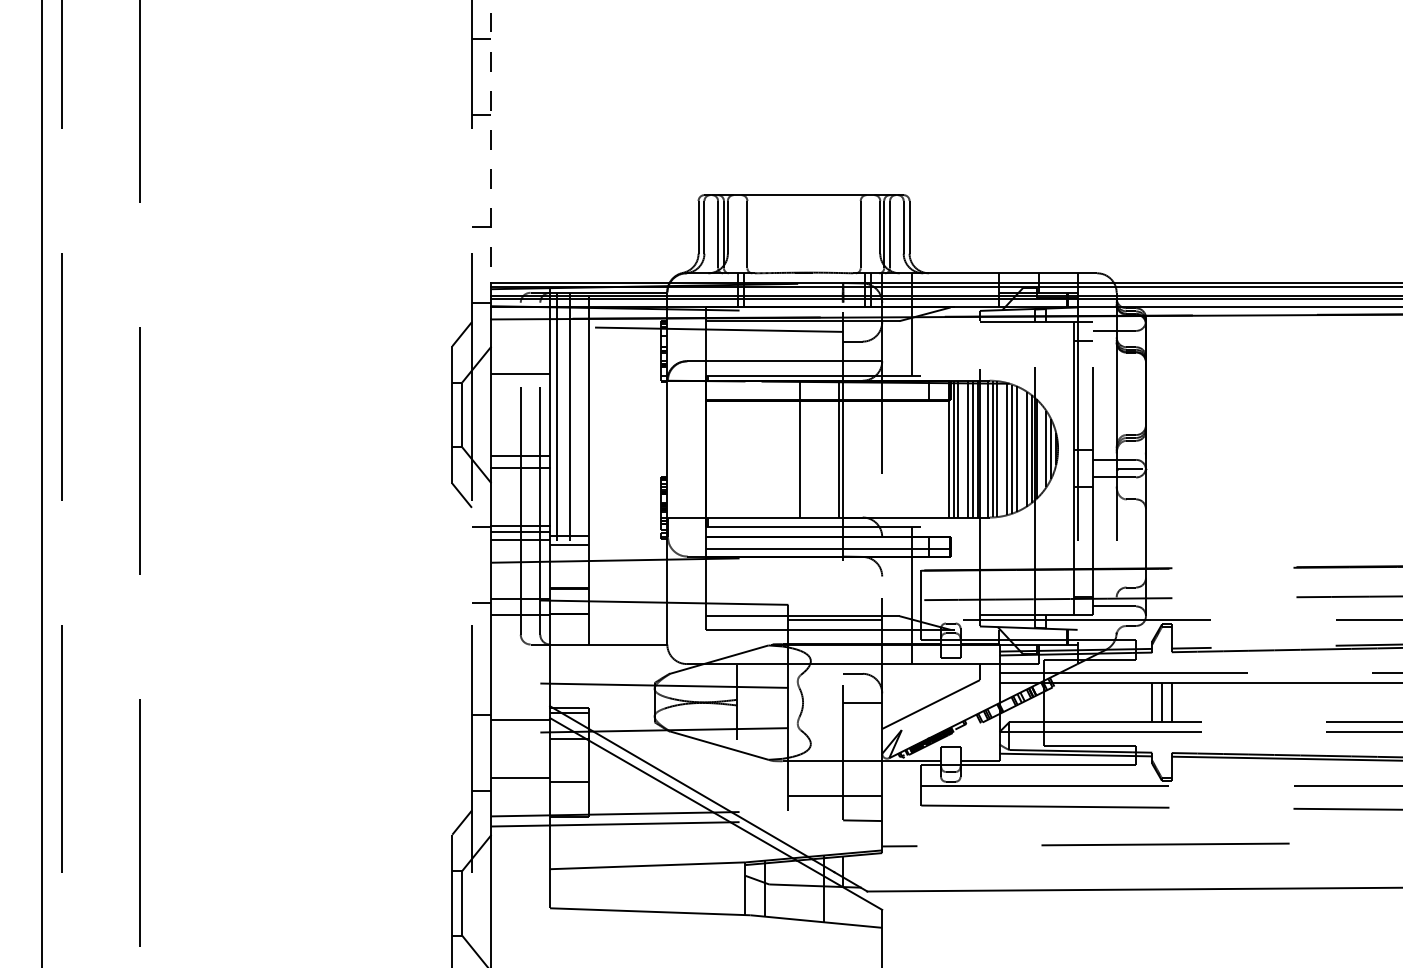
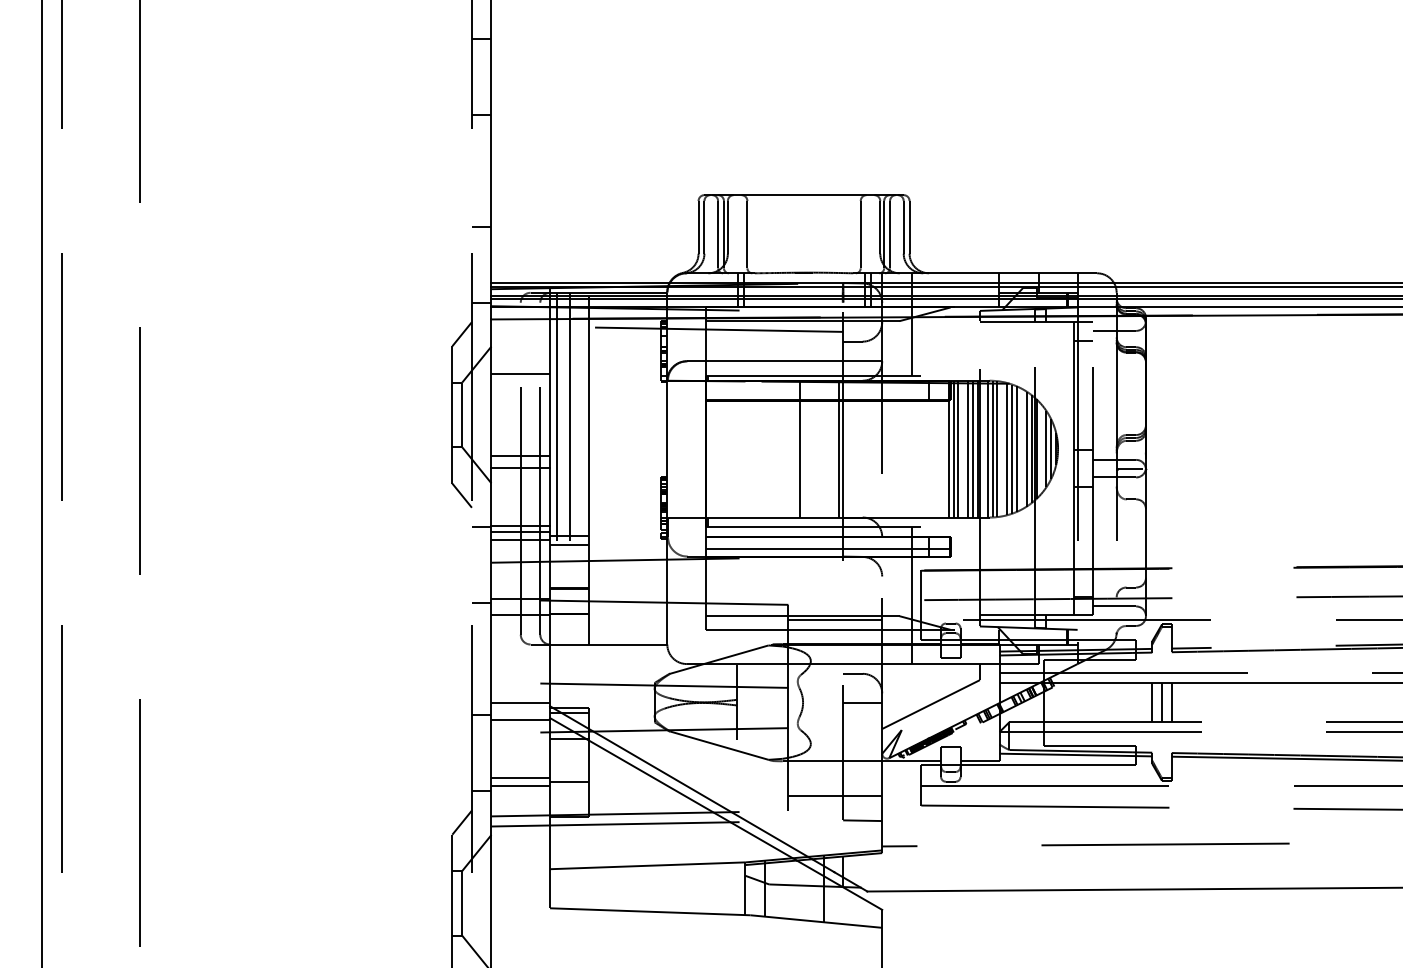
line at (491, 141): dashed -> solid
line at (520, 703): none -> present
line at (520, 786): none -> present
